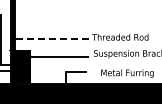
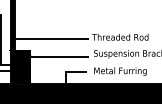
line at (51, 39): dashed -> solid
text at (127, 73) position: (127, 73) -> (120, 71)
